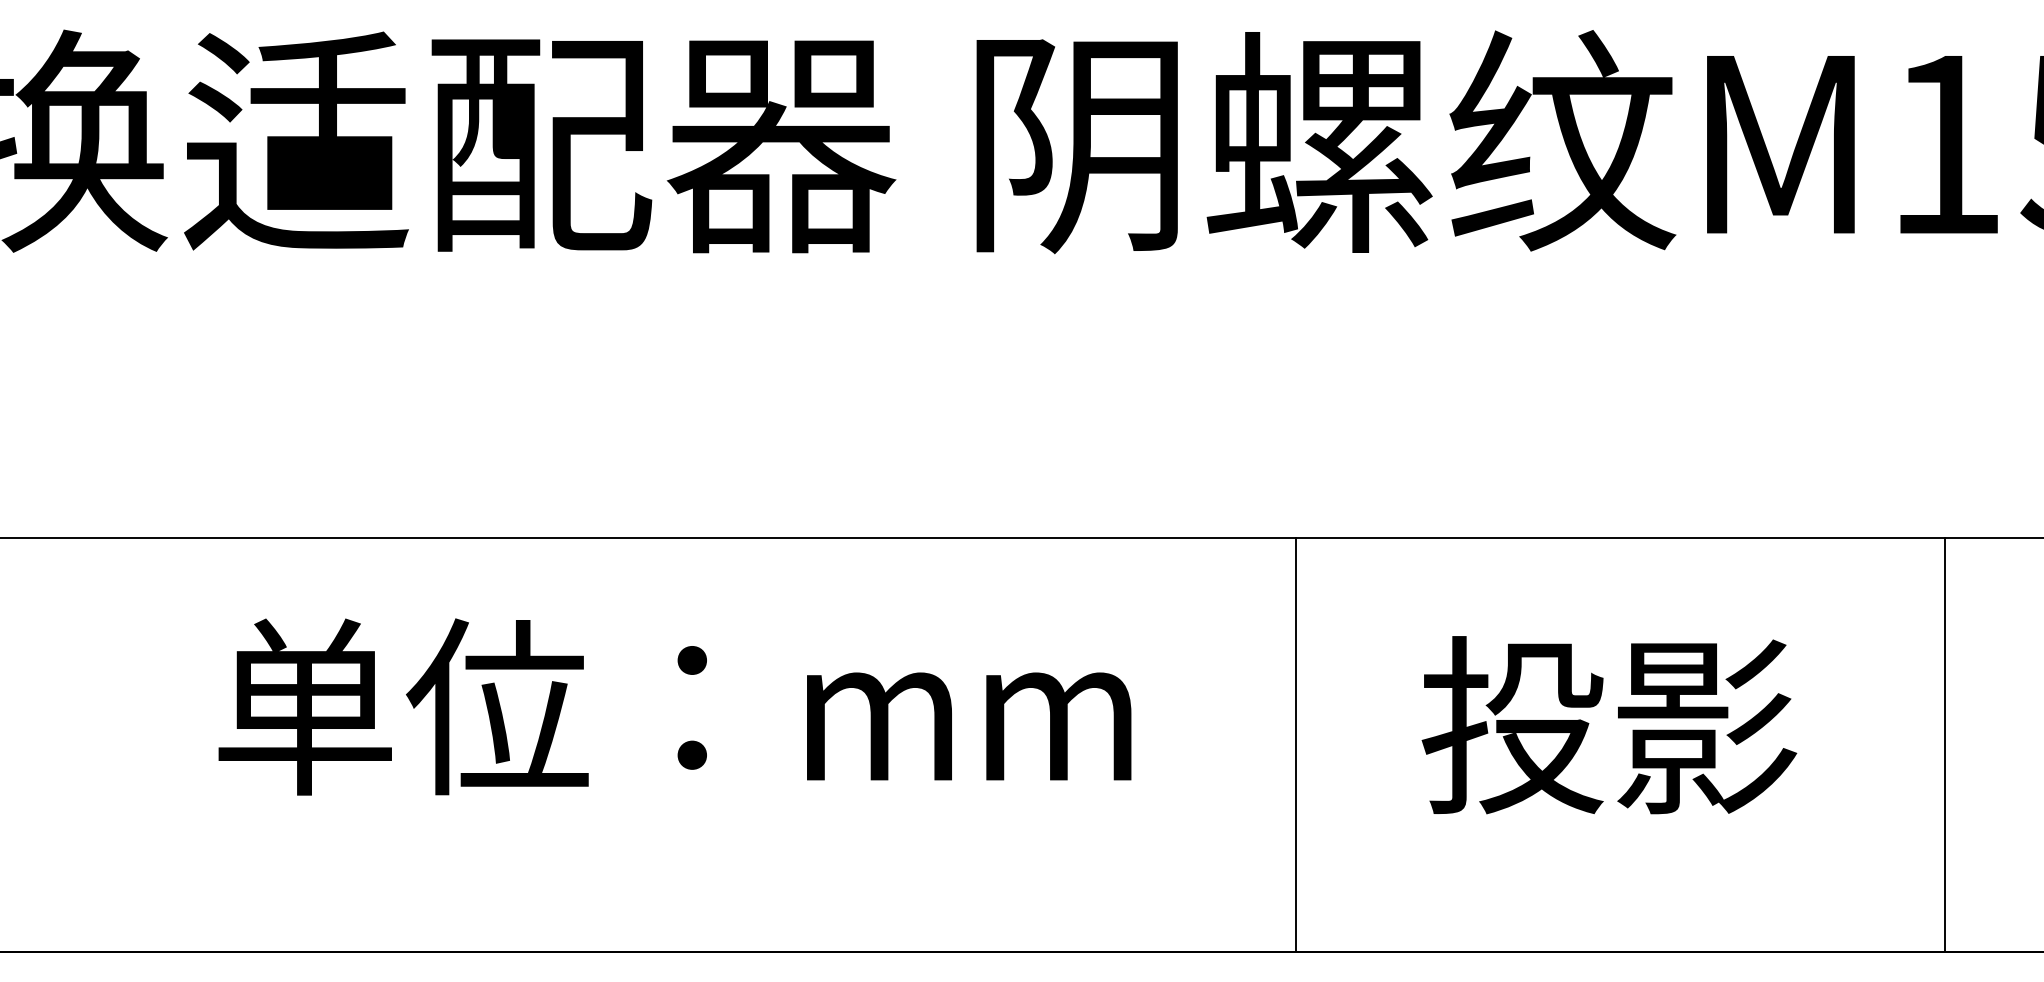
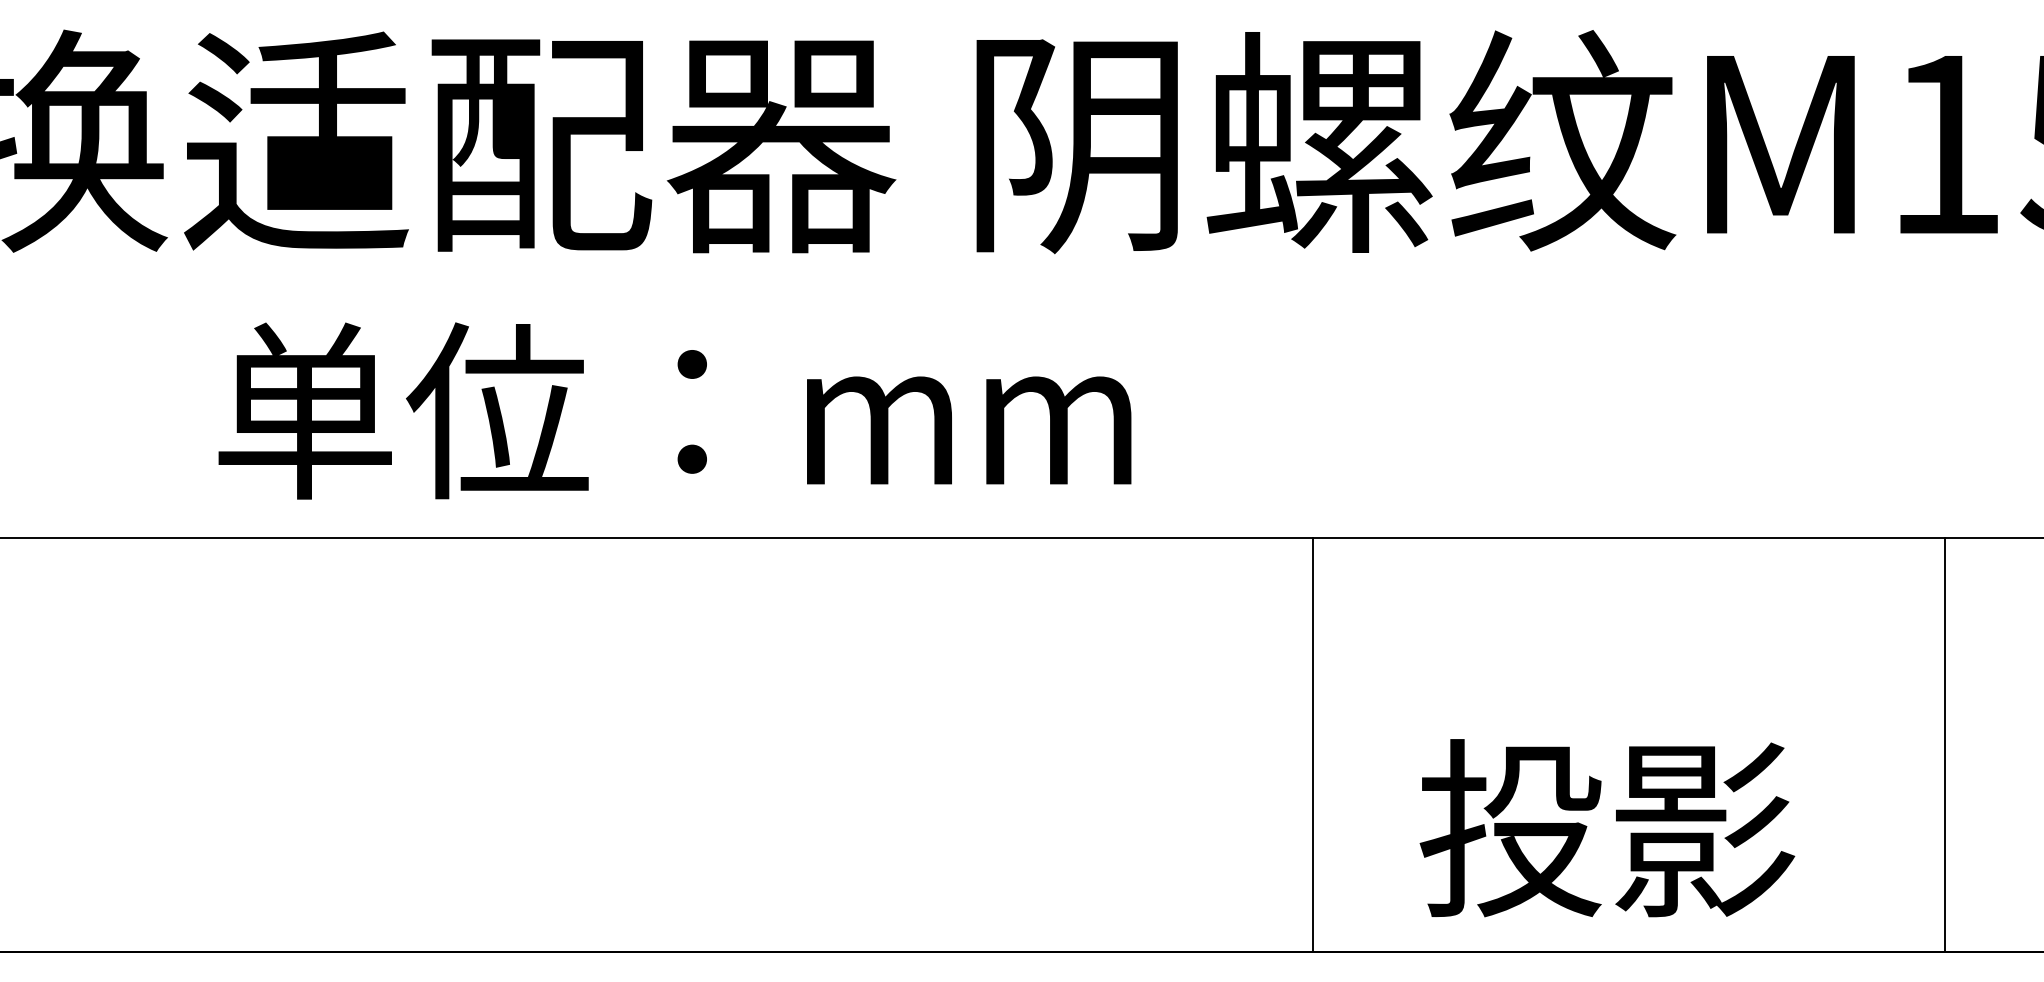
text at (674, 706) position: (674, 706) -> (674, 410)
text at (1609, 725) position: (1609, 725) -> (1607, 828)
line at (1296, 744) position: (1296, 744) -> (1313, 744)
